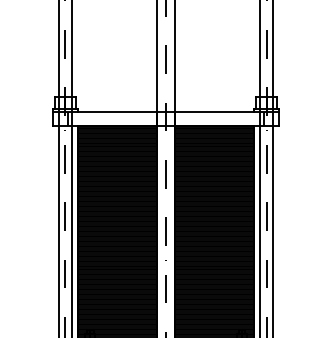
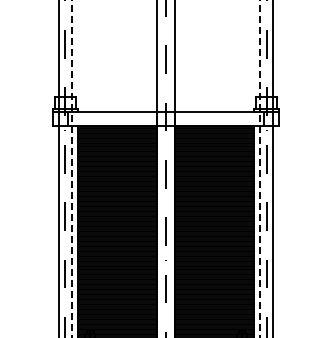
line at (72, 169): solid -> dashed
line at (259, 169): solid -> dashed
